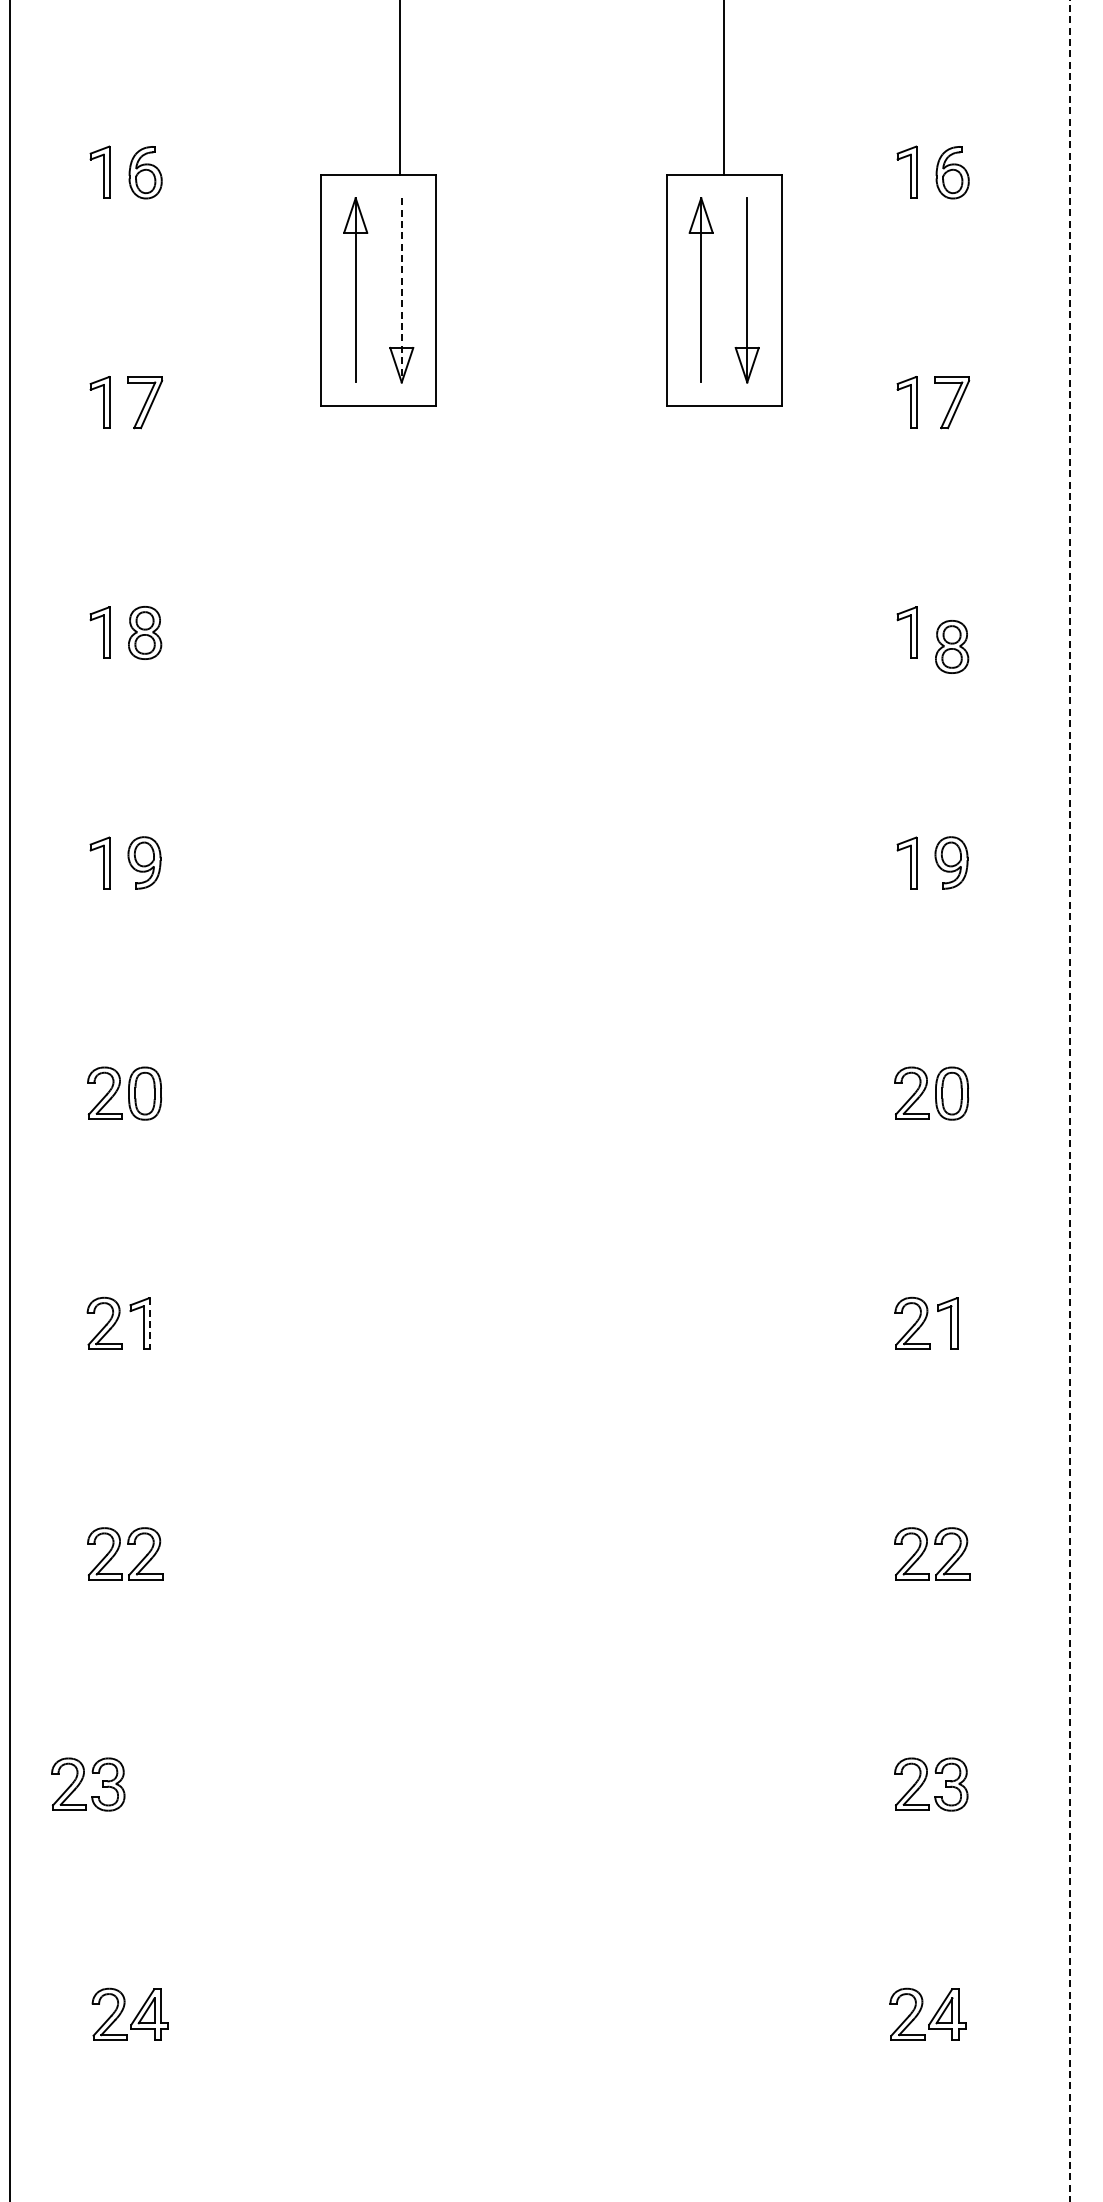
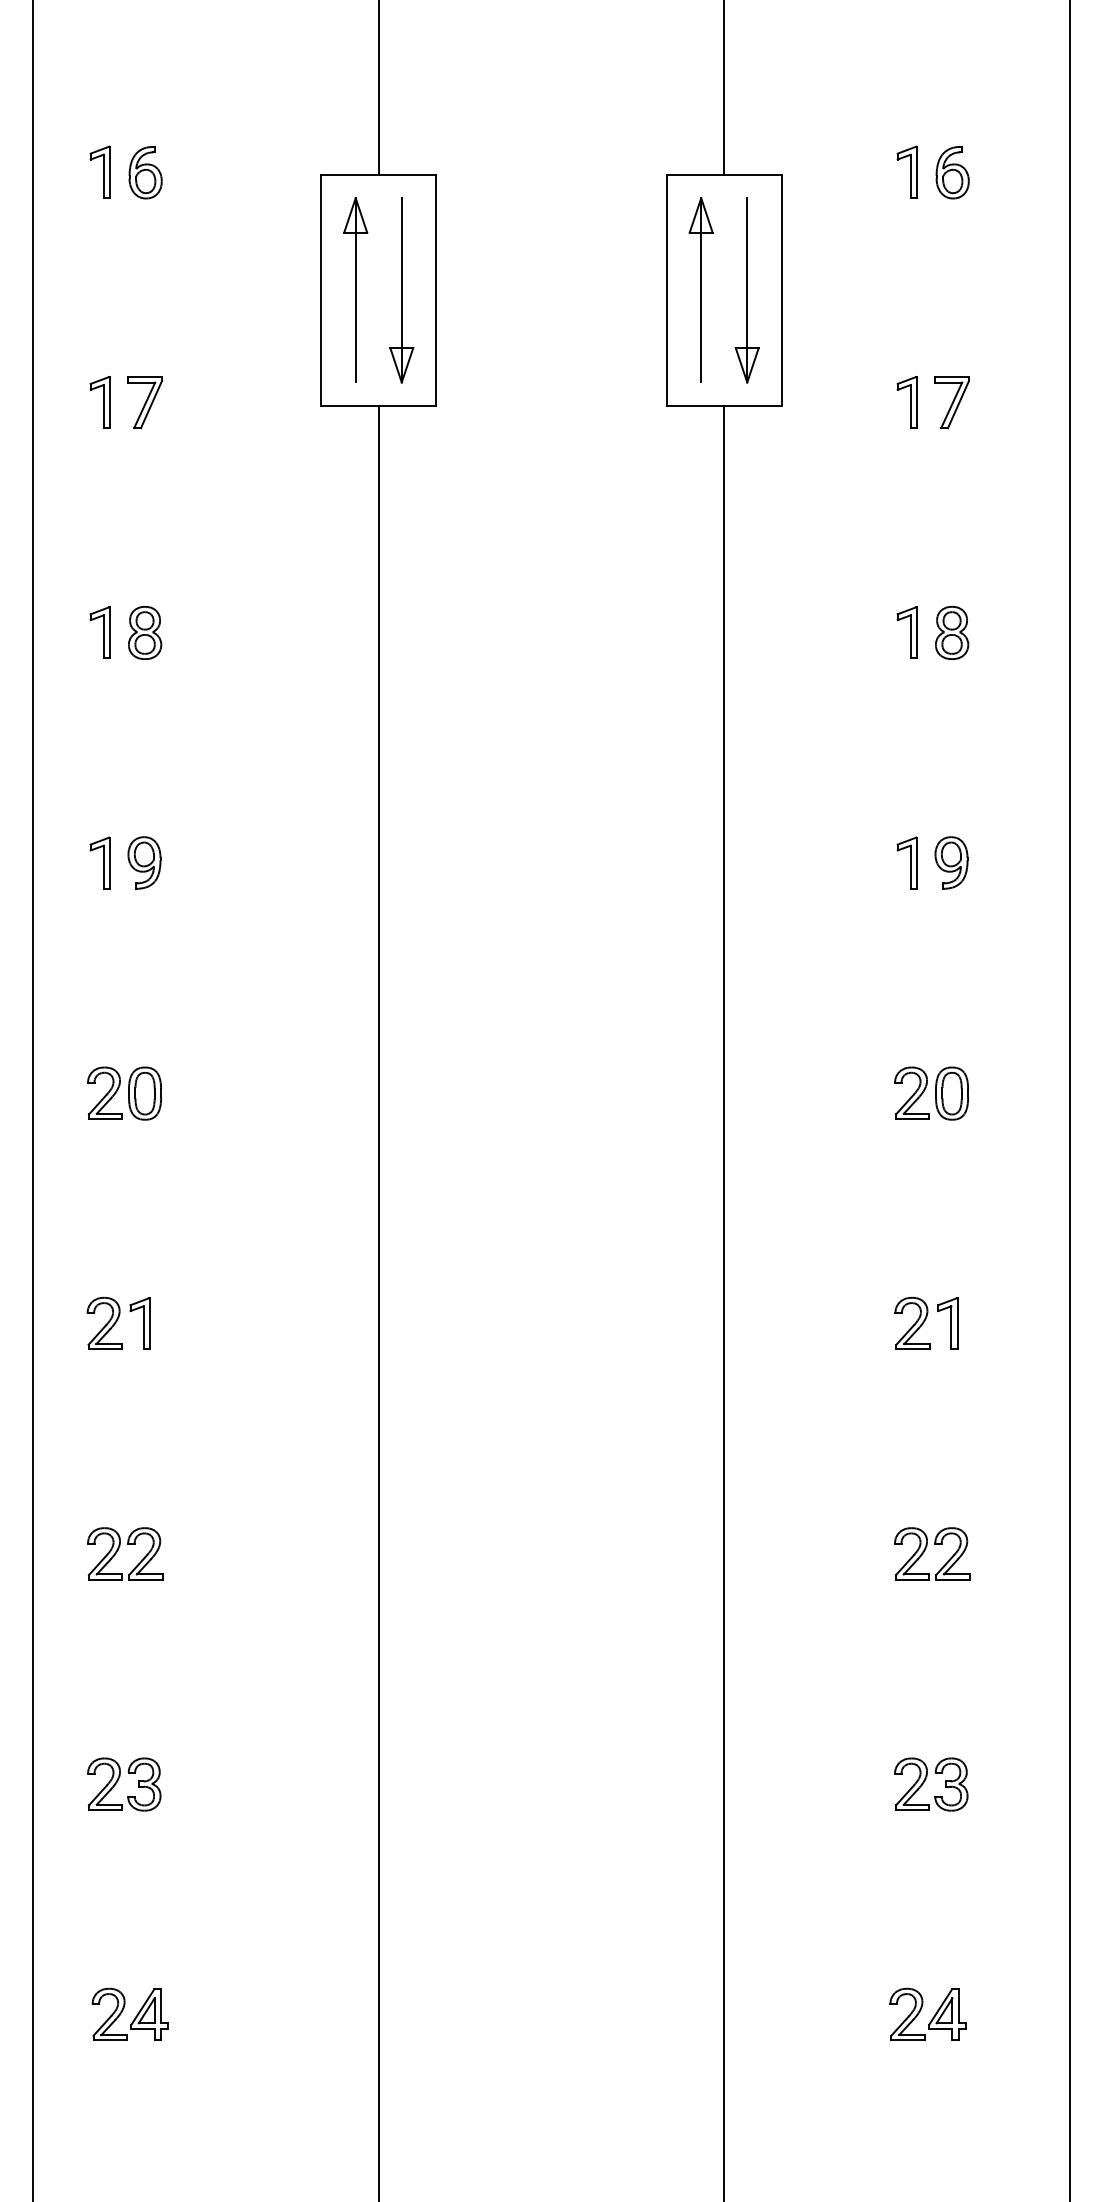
line at (399, 88) position: (399, 88) -> (378, 88)
line at (401, 290): dashed -> solid
part at (952, 646) position: (952, 646) -> (952, 632)
line at (10, 1100) position: (10, 1100) -> (33, 1100)
line at (1069, 1100): dashed -> solid
line at (378, 1301): none -> present
line at (724, 1301): none -> present
line at (150, 1323): dashed -> solid
part at (82, 1780) position: (82, 1780) -> (118, 1780)
